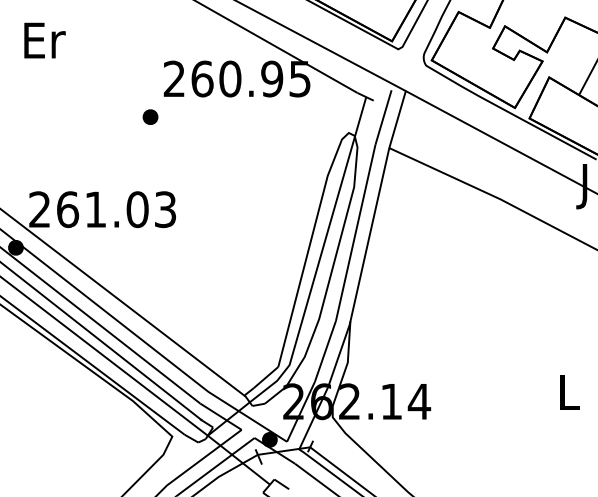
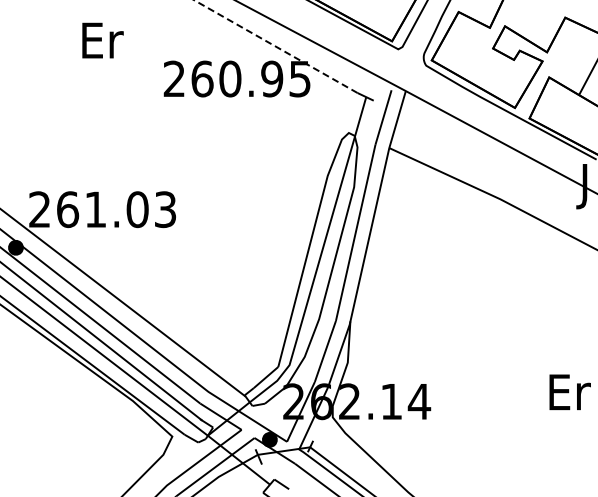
text at (44, 40) position: (44, 40) -> (102, 40)
line at (275, 46): solid -> dashed
part at (150, 116): present -> none
text at (569, 392): L -> Er
